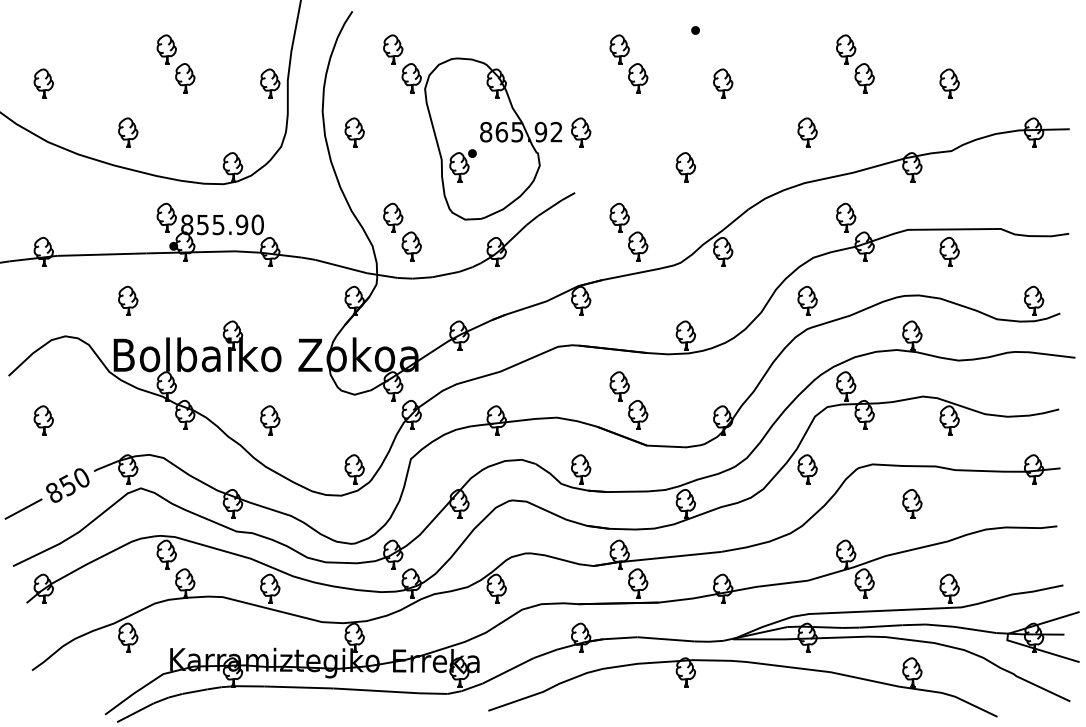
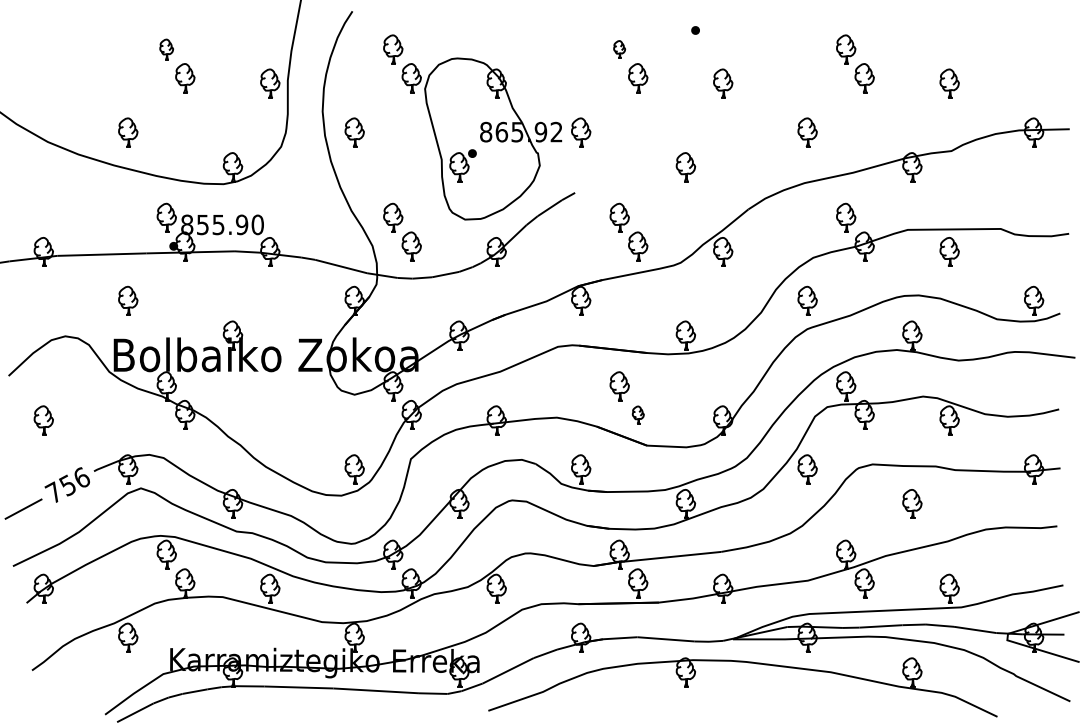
part at (166, 49) size: 21x31 px -> 16x23 px
part at (619, 49) size: 21x31 px -> 14x19 px
part at (43, 83): present -> none
part at (638, 414) size: 21x30 px -> 14x20 px
part at (270, 420): present -> none
text at (66, 484): 850 -> 756
